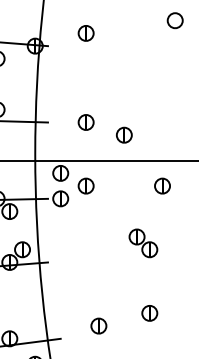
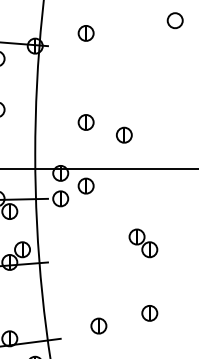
line at (24, 121): present -> none
line at (98, 160) position: (98, 160) -> (98, 168)
part at (162, 185): present -> none
